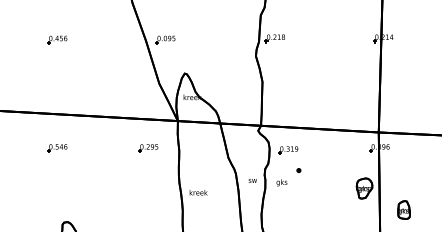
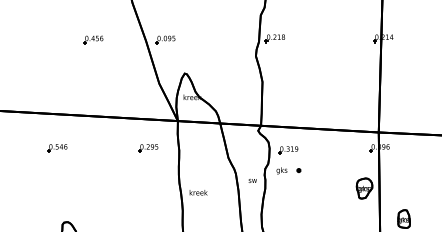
part at (57, 39) position: (57, 39) -> (93, 39)
text at (281, 182) position: (281, 182) -> (281, 170)
part at (403, 209) position: (403, 209) -> (403, 218)
